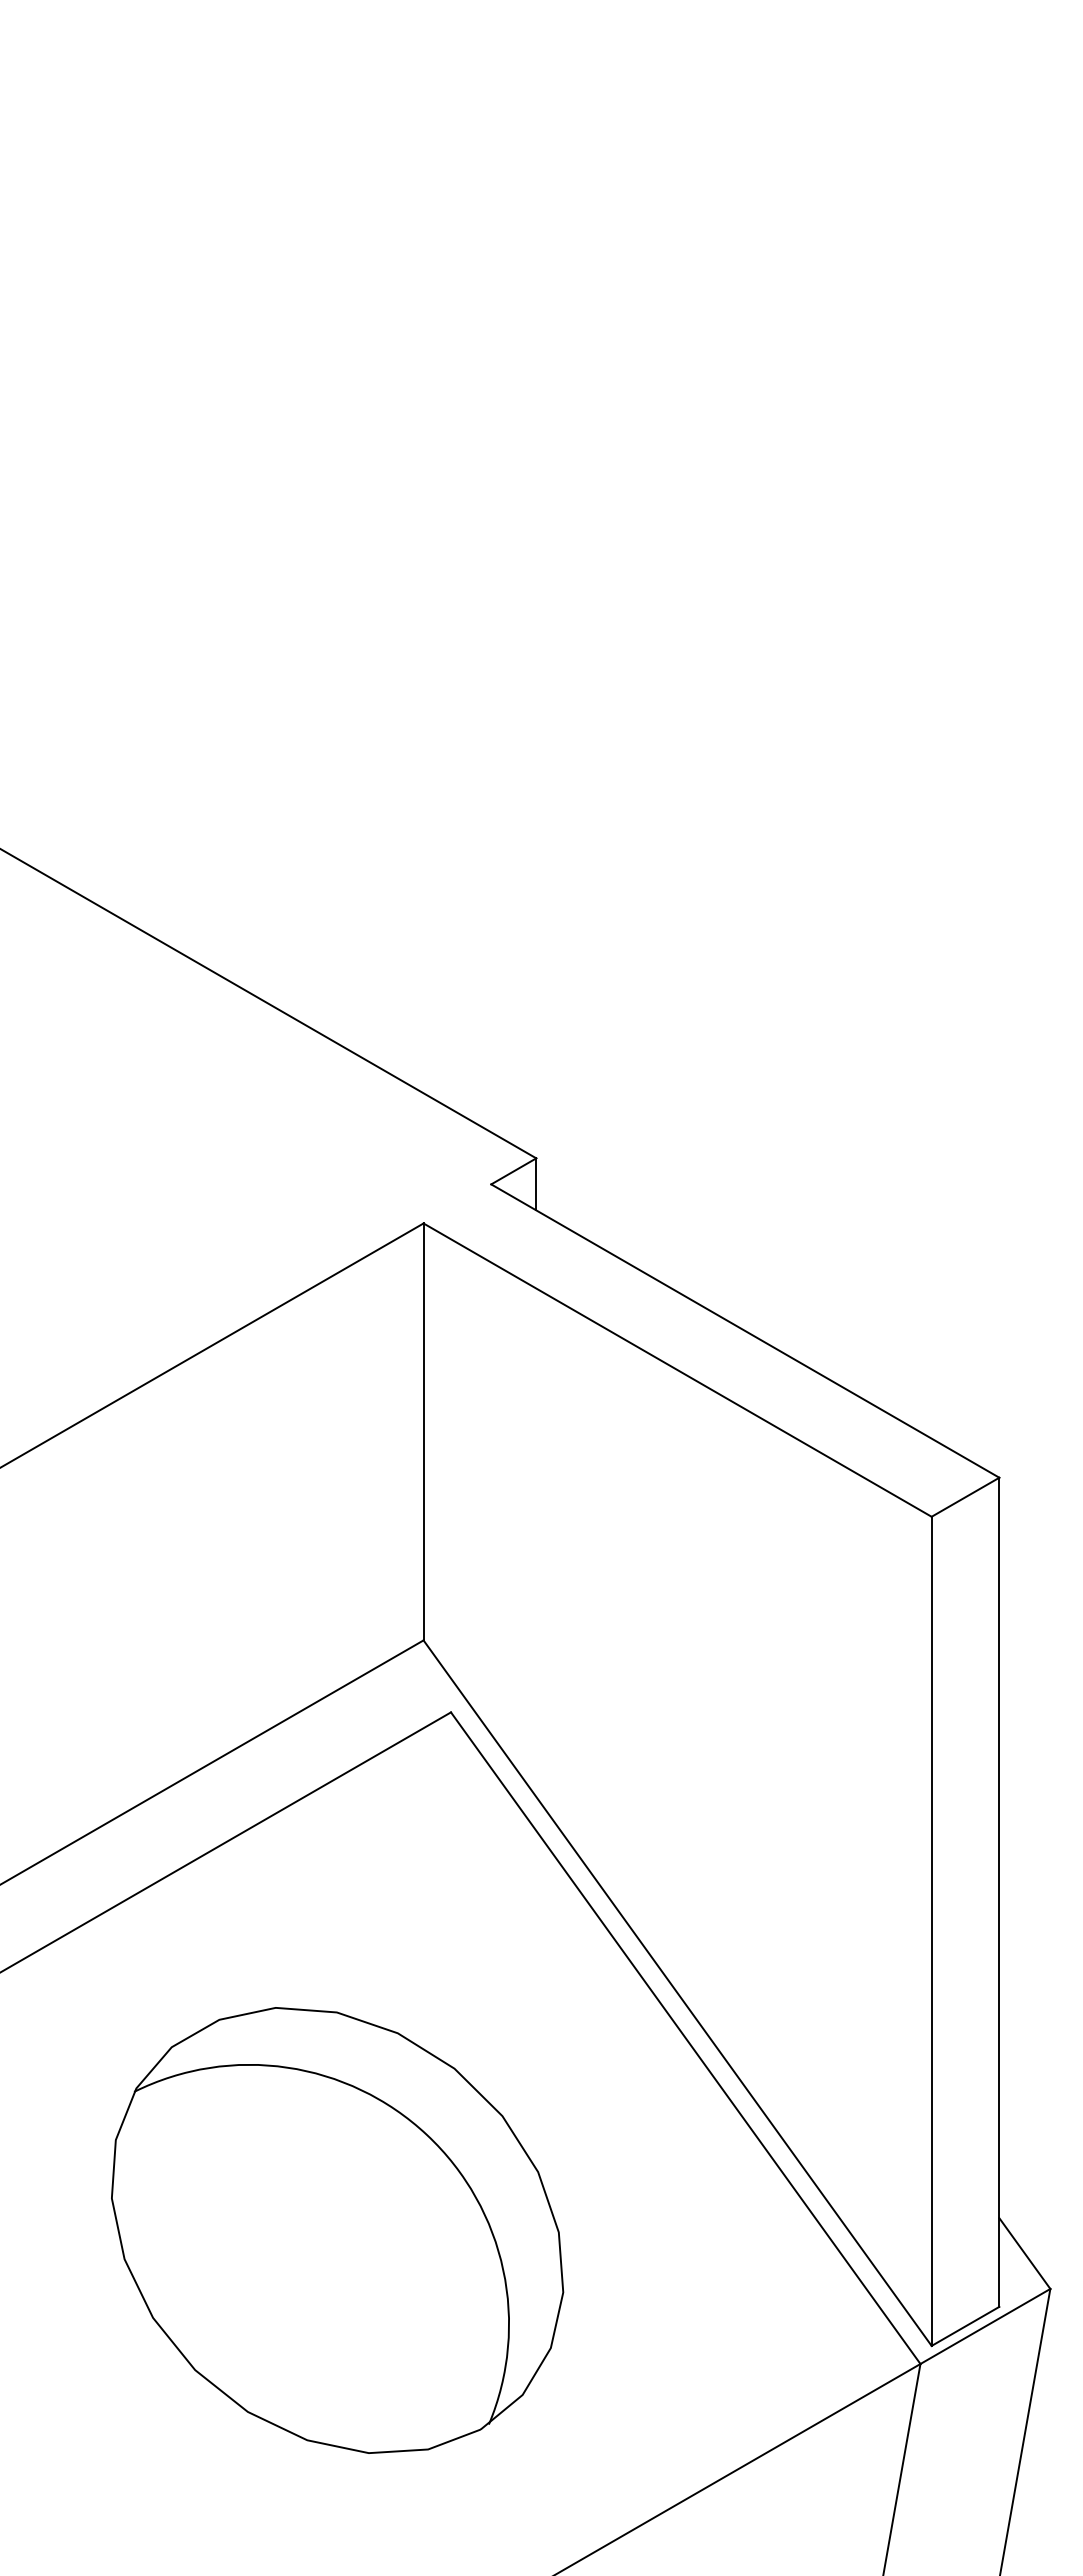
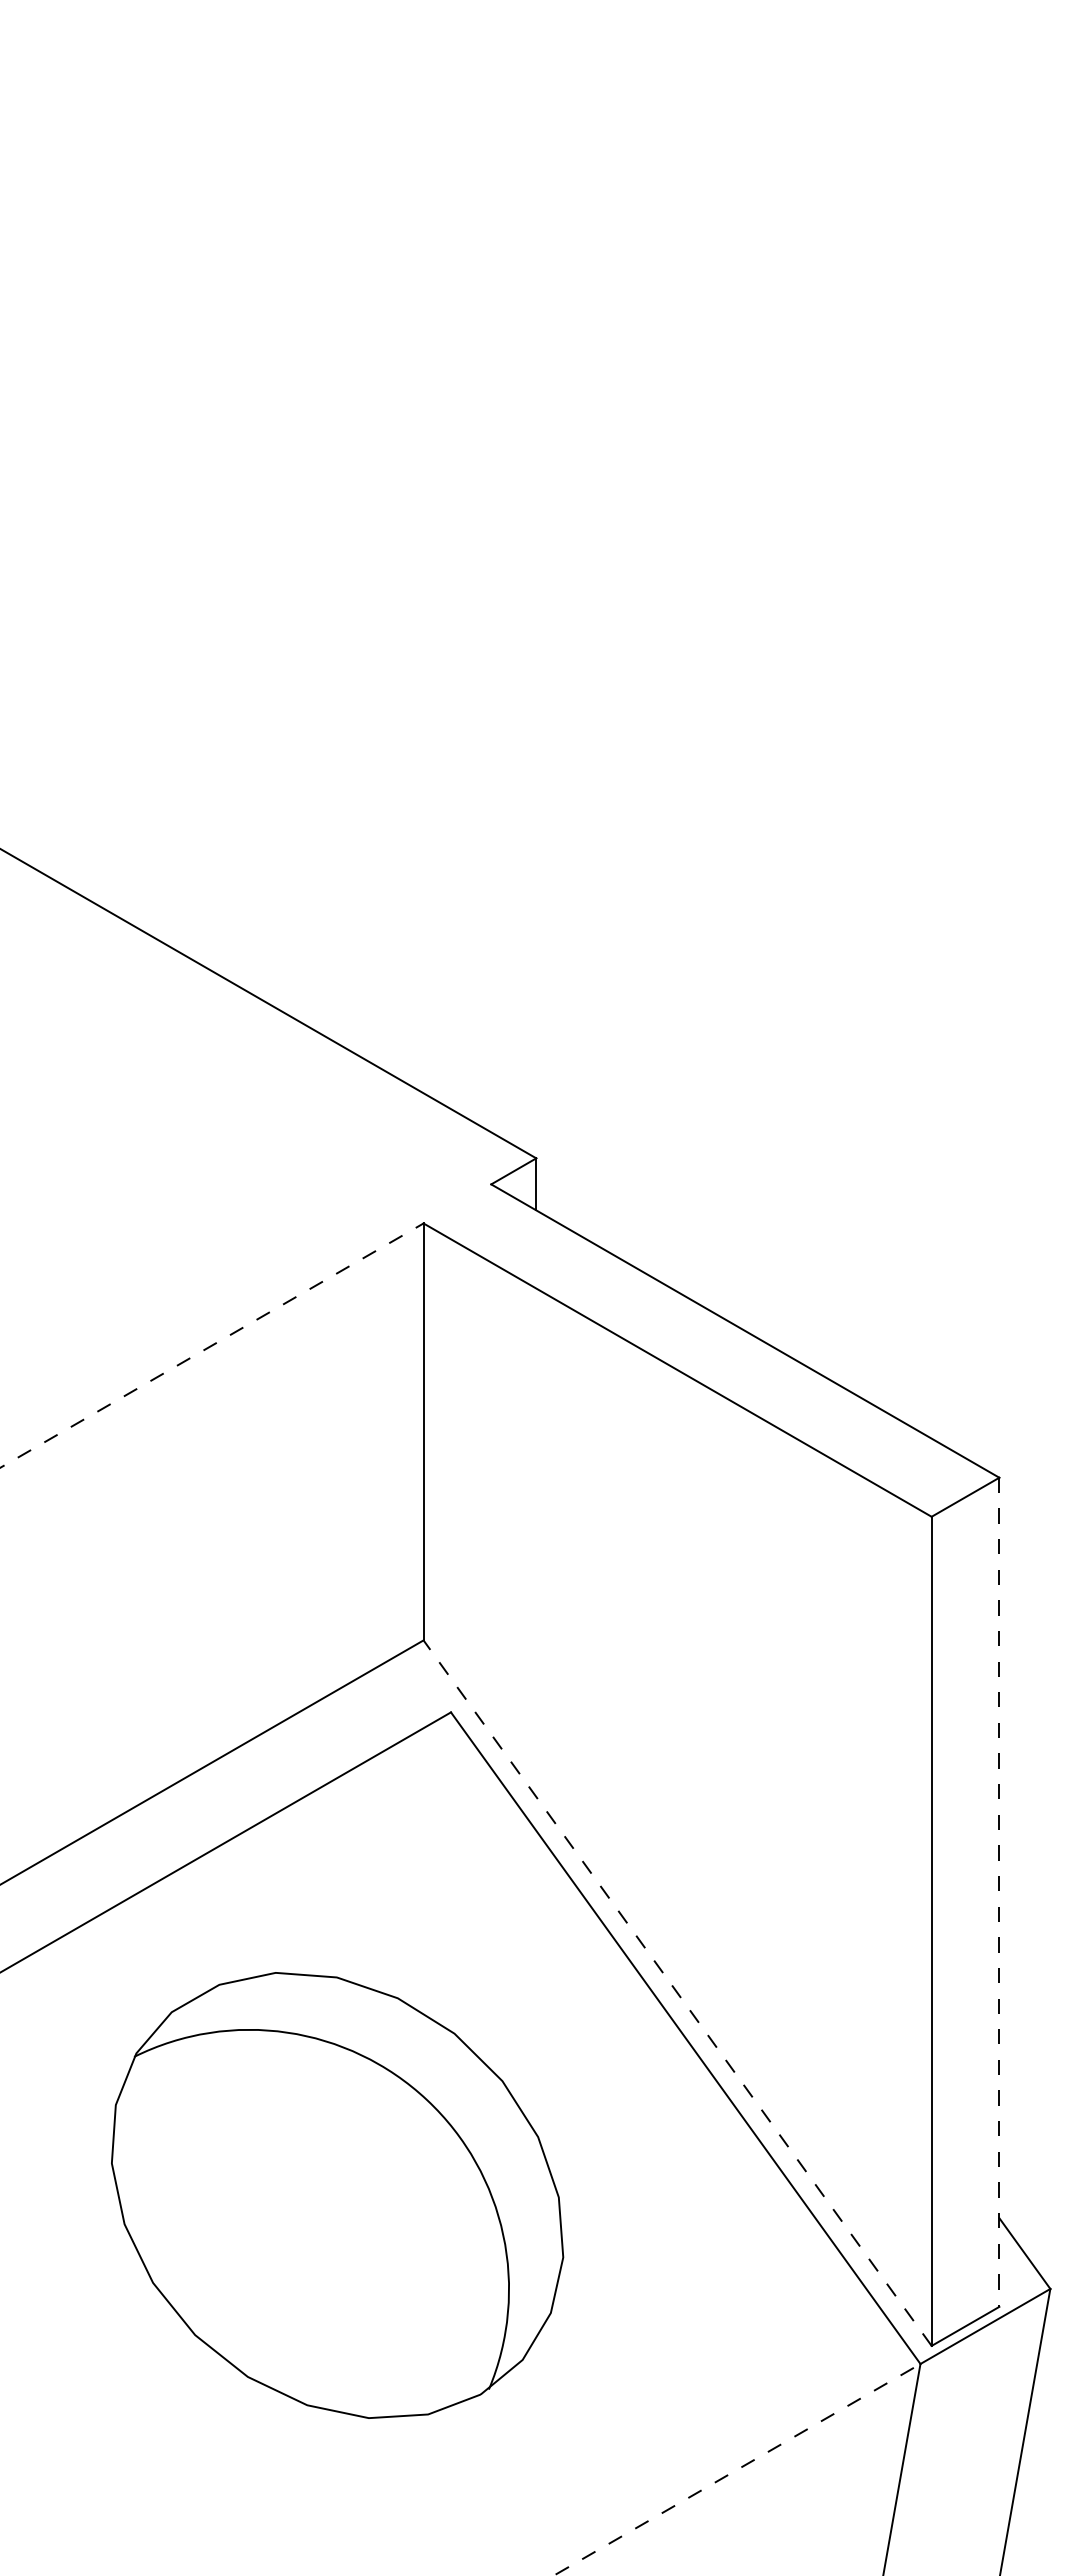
line at (212, 1345): solid -> dashed
line at (999, 1892): solid -> dashed
line at (677, 1993): solid -> dashed
part at (337, 2230) position: (337, 2230) -> (337, 2195)
line at (736, 2469): solid -> dashed
